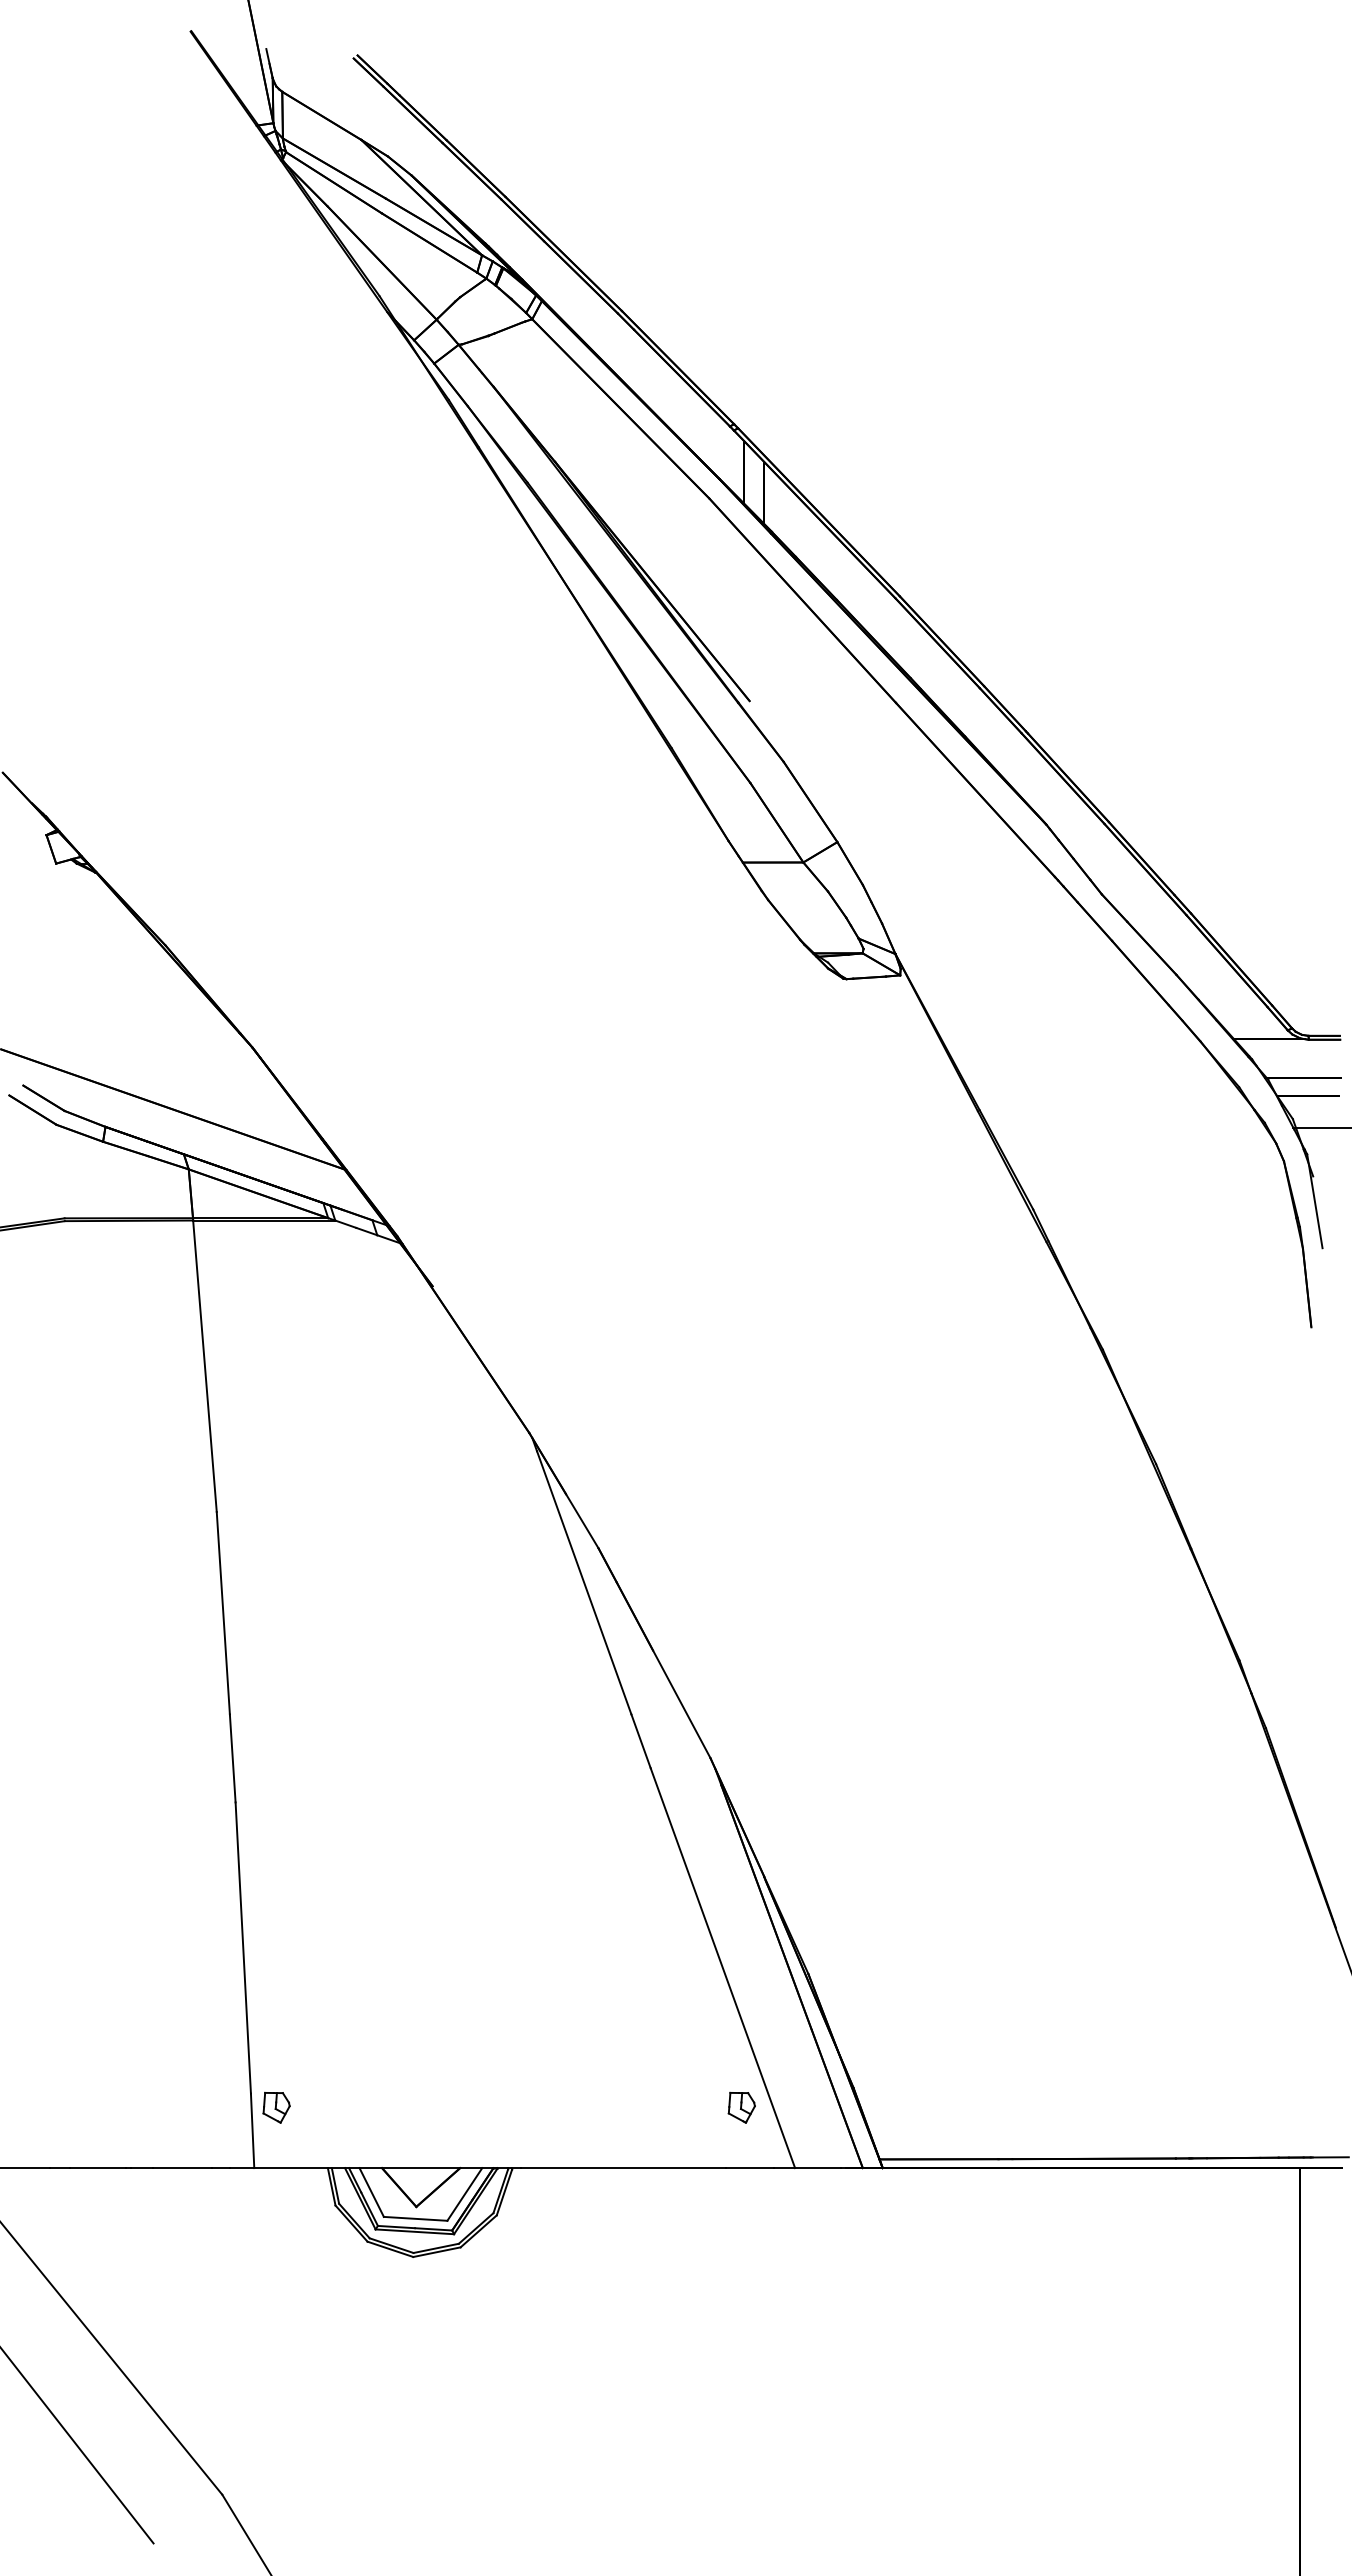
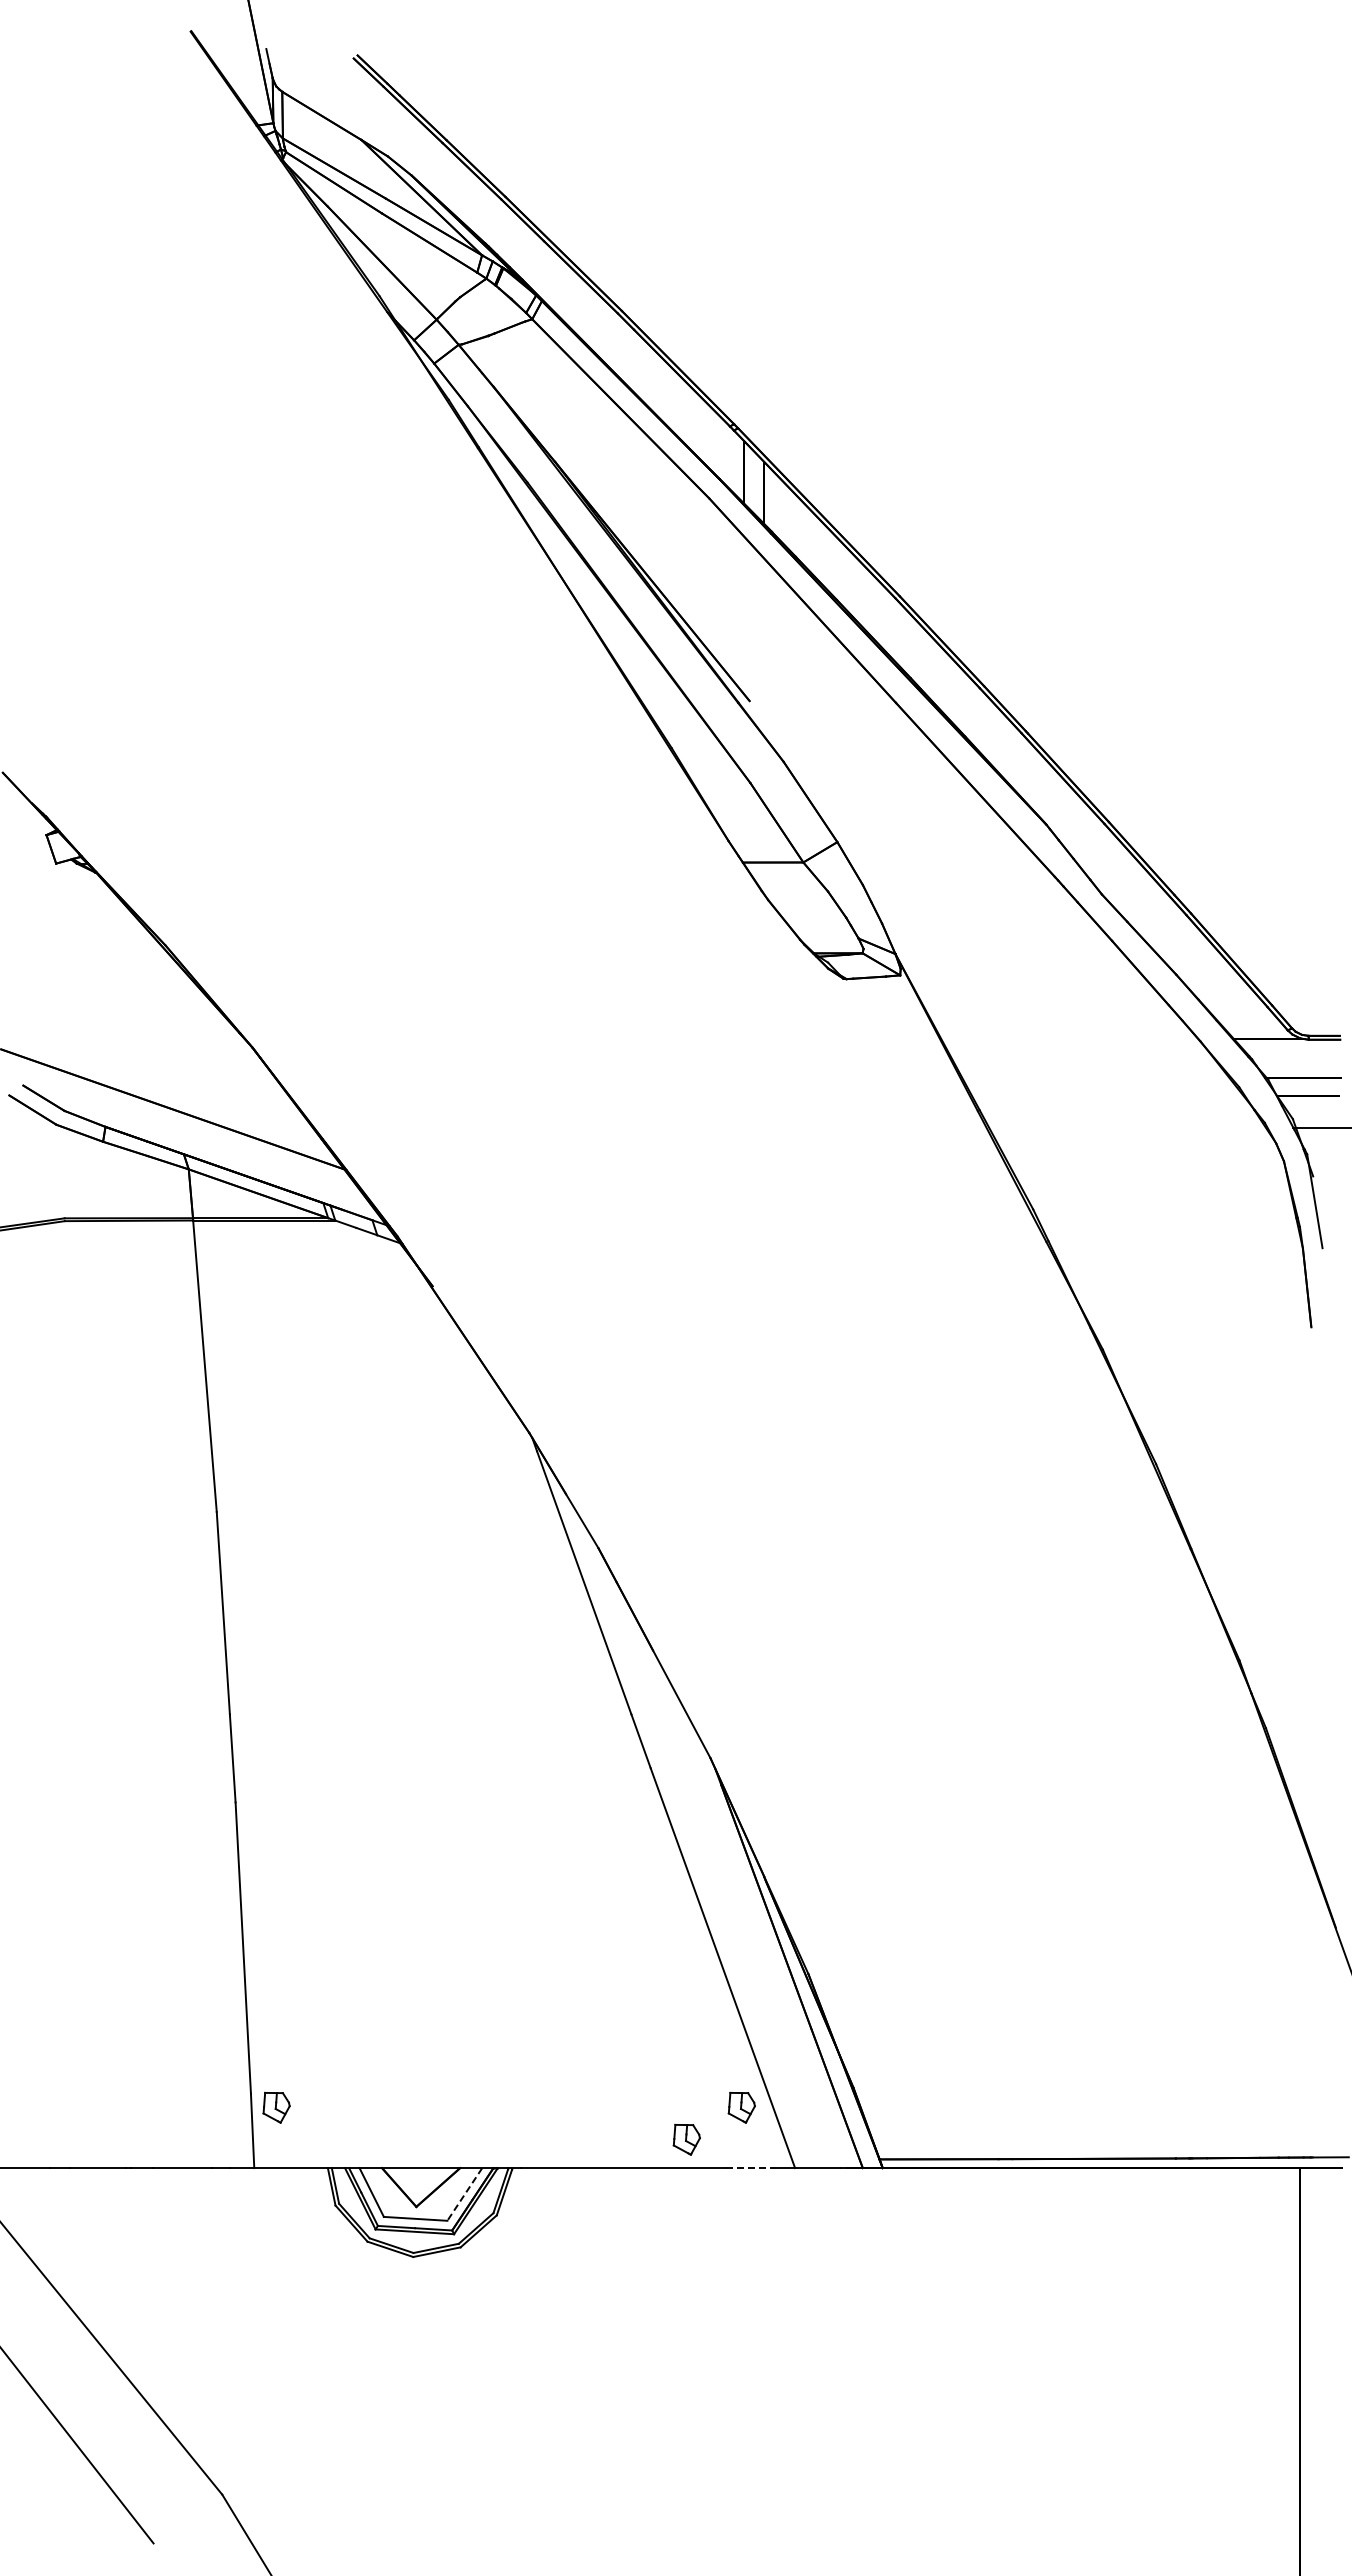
part at (686, 2139): none -> present
line at (749, 2168): solid -> dashed
line at (464, 2194): solid -> dashed
